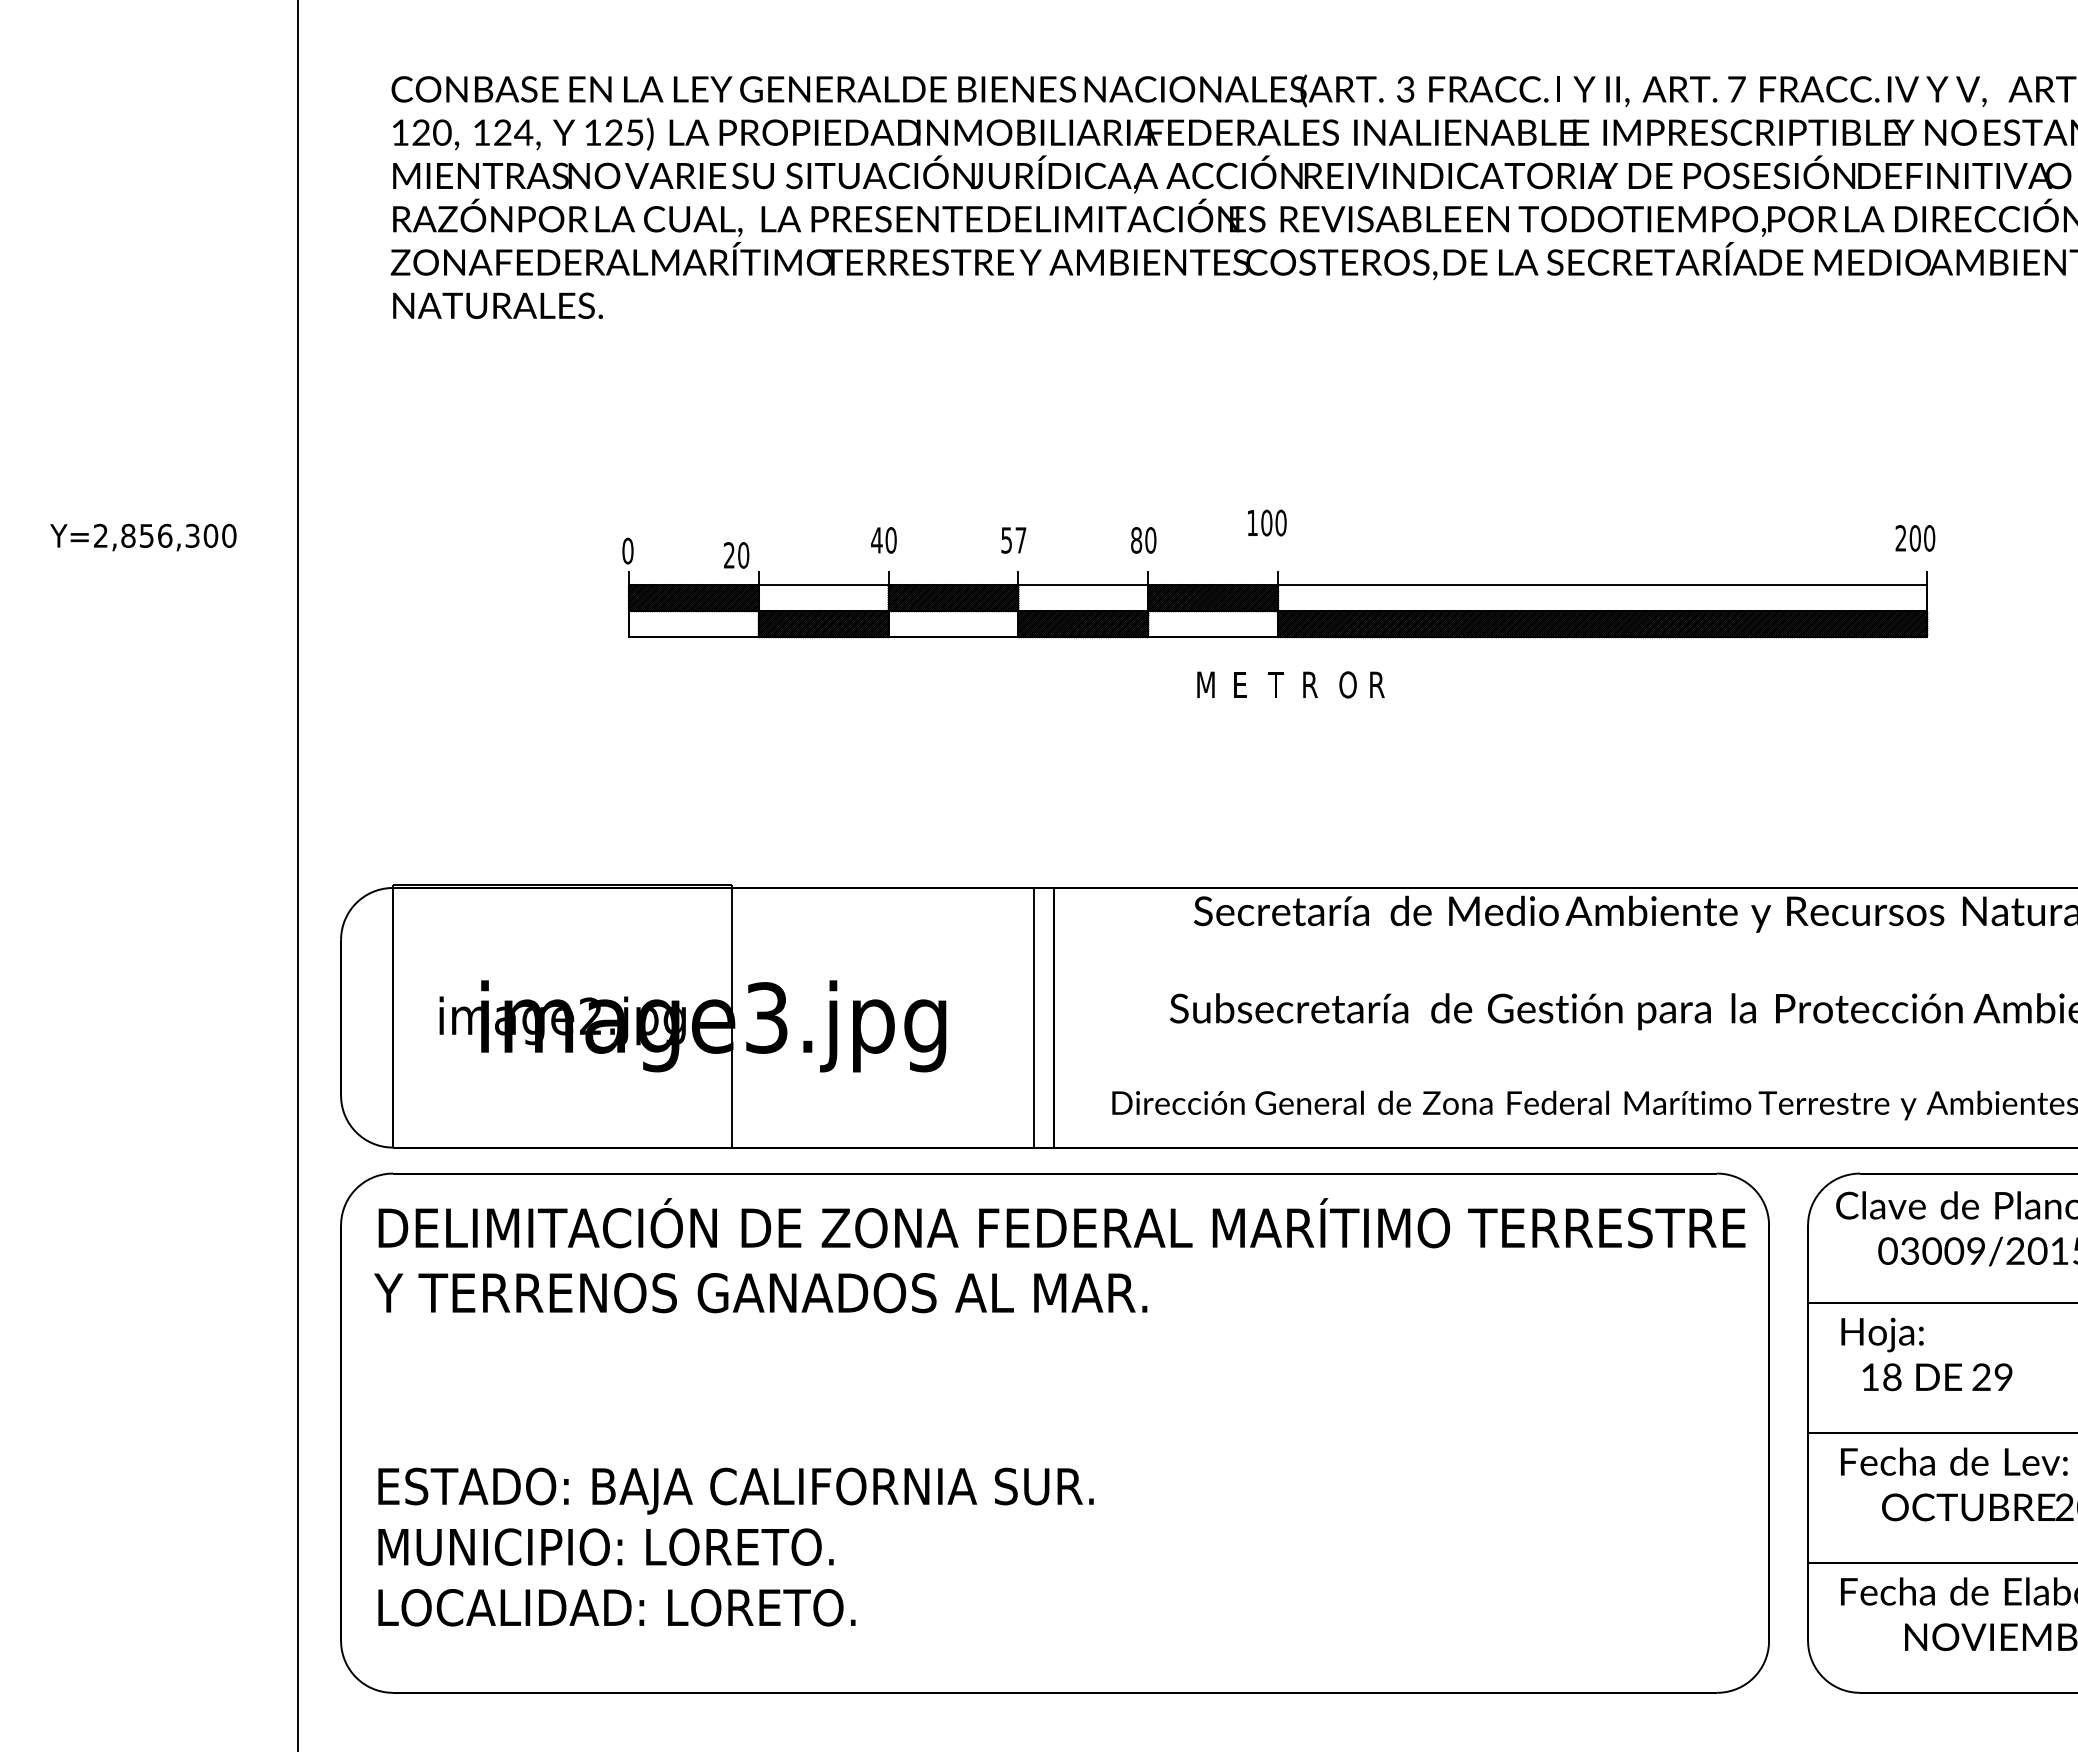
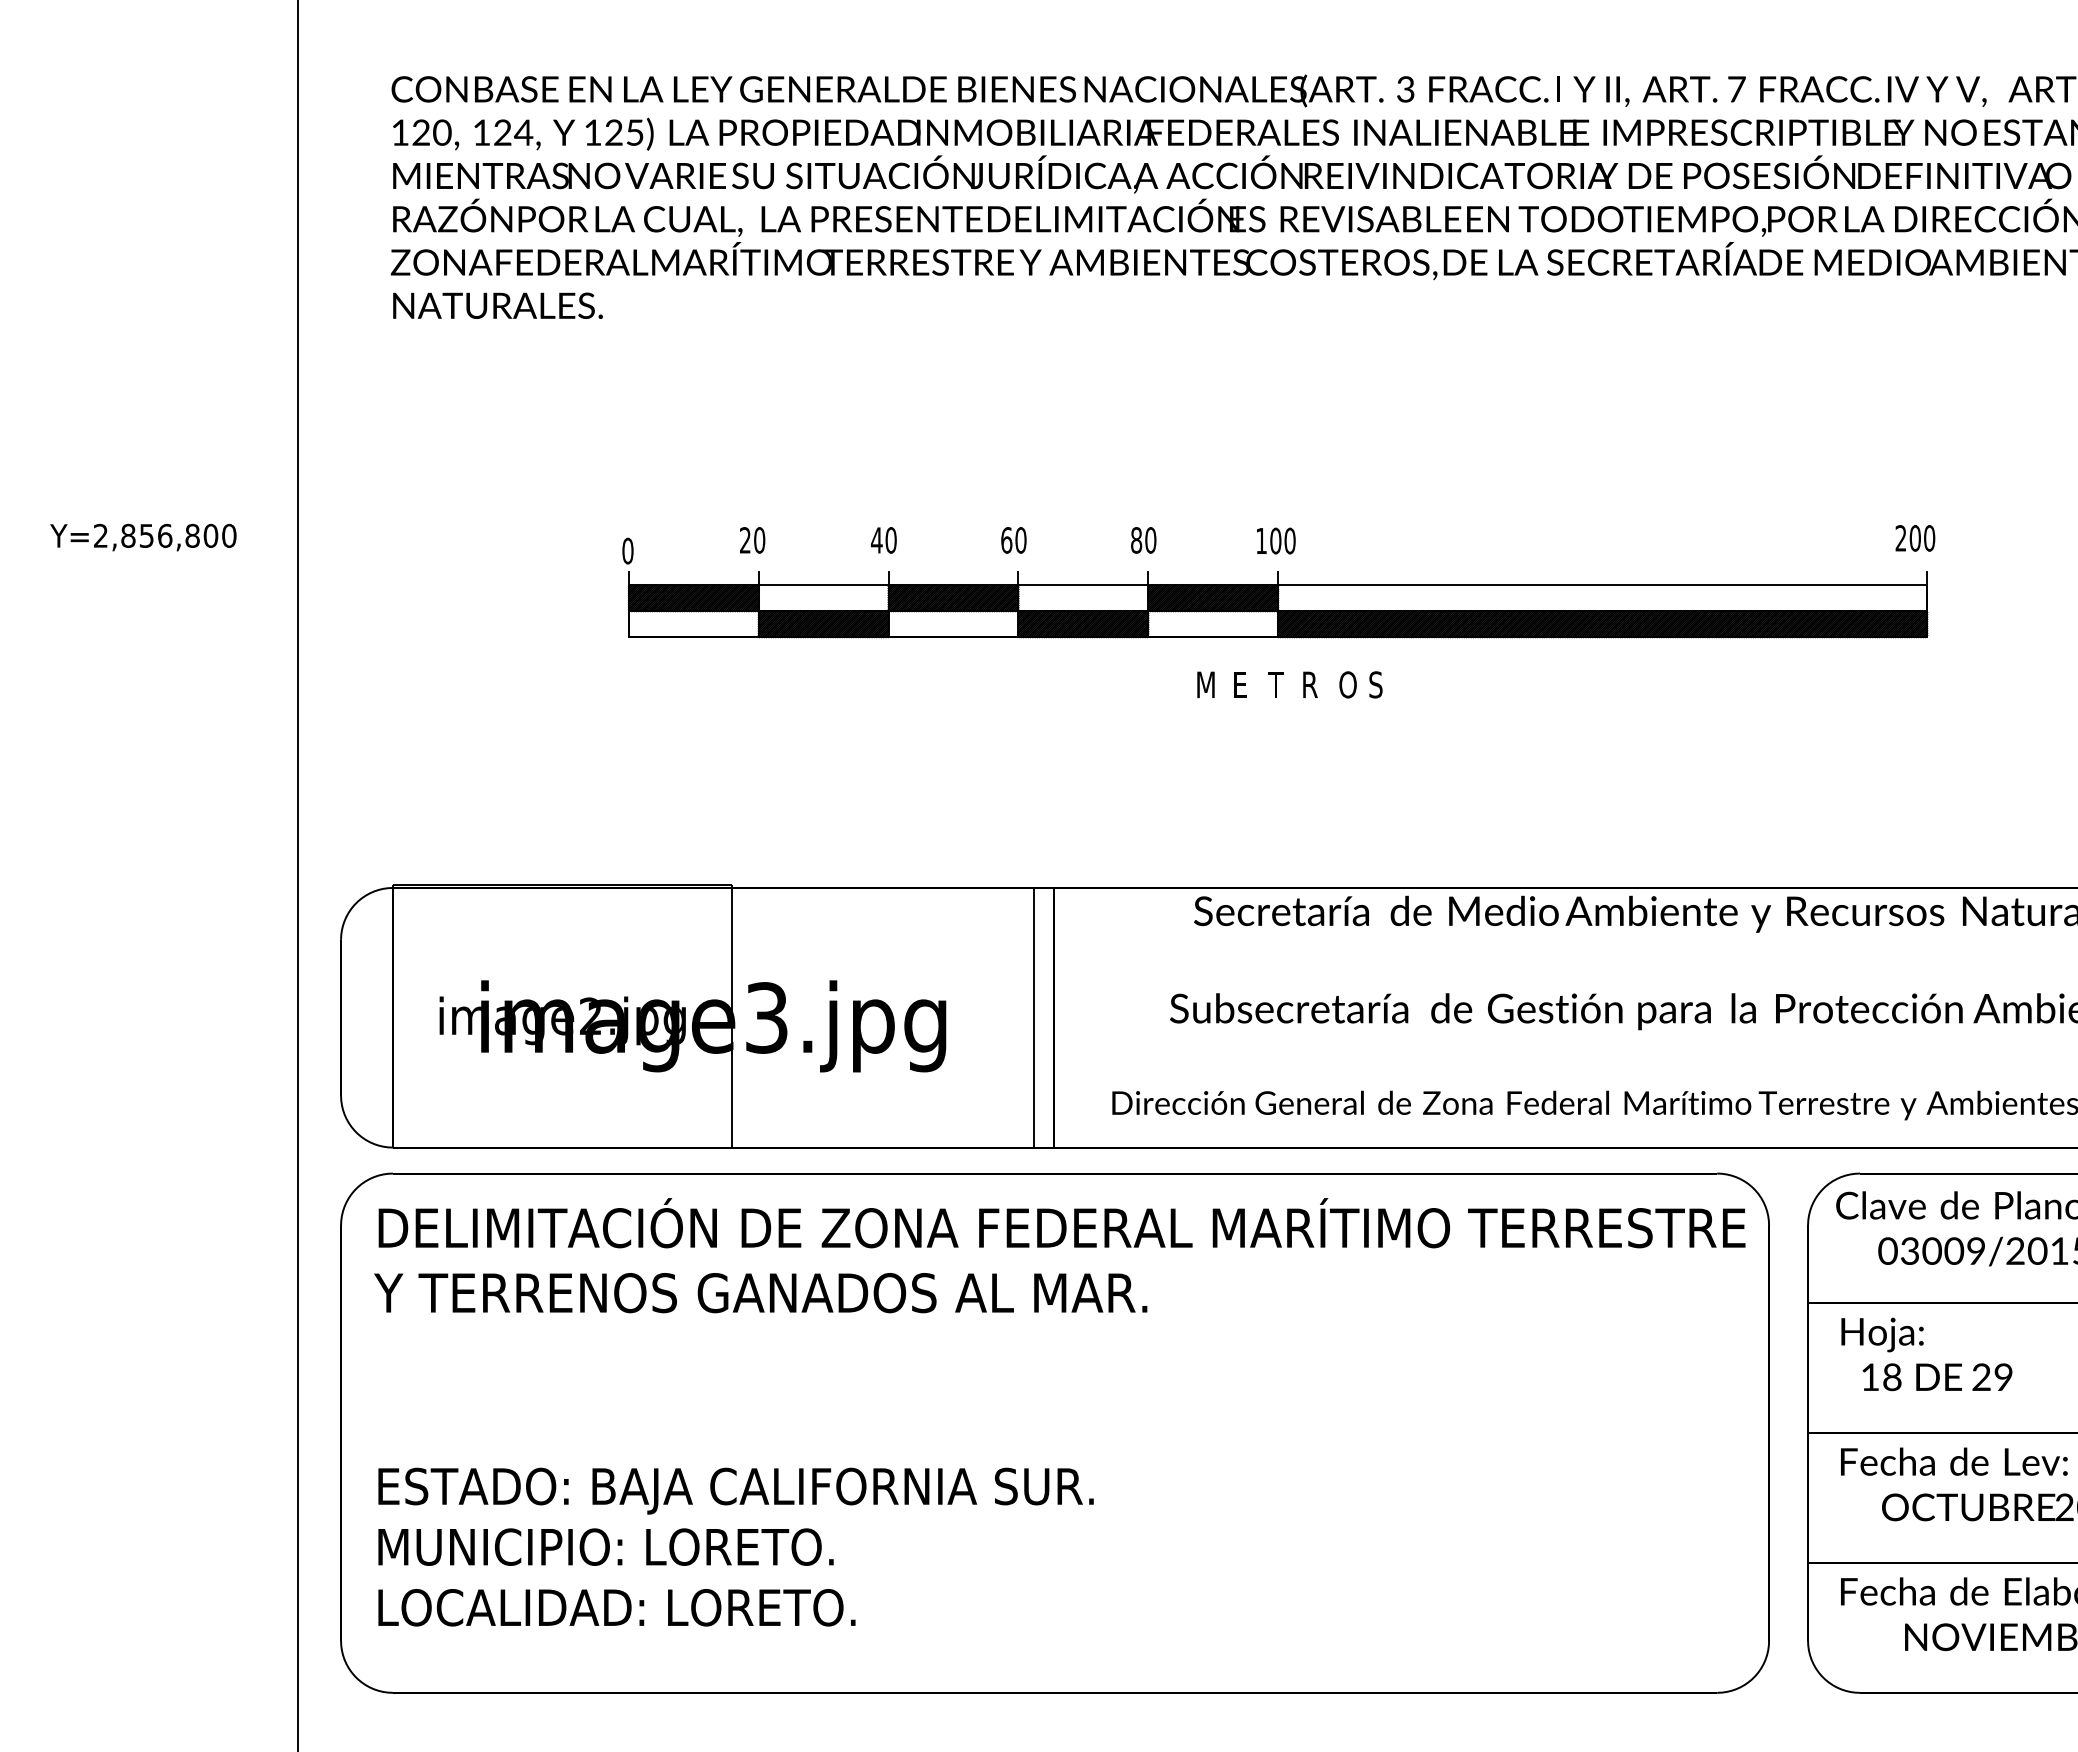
text at (1267, 522) position: (1267, 522) -> (1276, 540)
text at (192, 535): Y=2,856,300 -> Y=2,856,800
text at (1013, 540): 57 -> 60
text at (736, 555) position: (736, 555) -> (752, 540)
text at (1376, 684): R -> S
